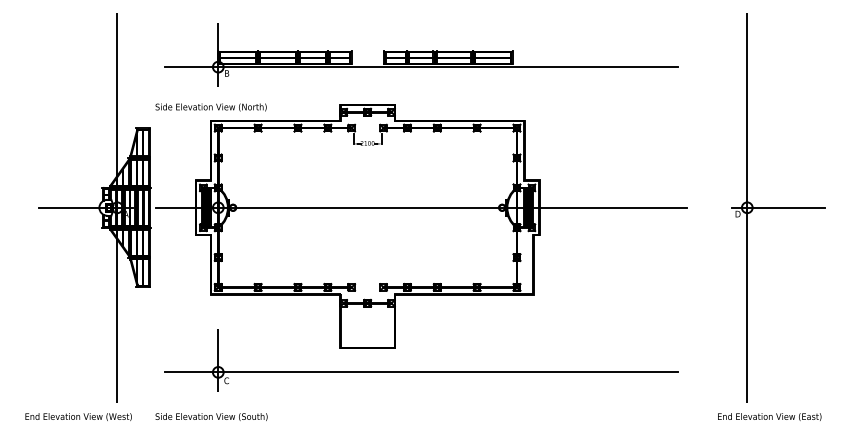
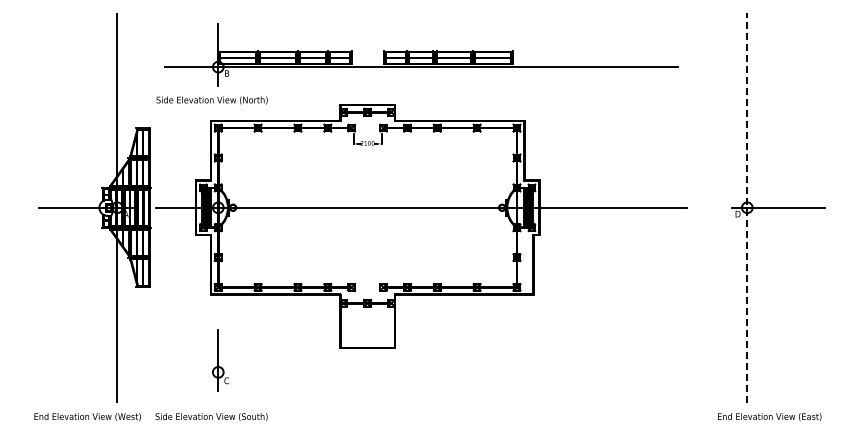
text at (210, 107) position: (210, 107) -> (211, 100)
line at (747, 207): solid -> dashed
line at (420, 372): present -> none
text at (78, 416) position: (78, 416) -> (87, 416)
